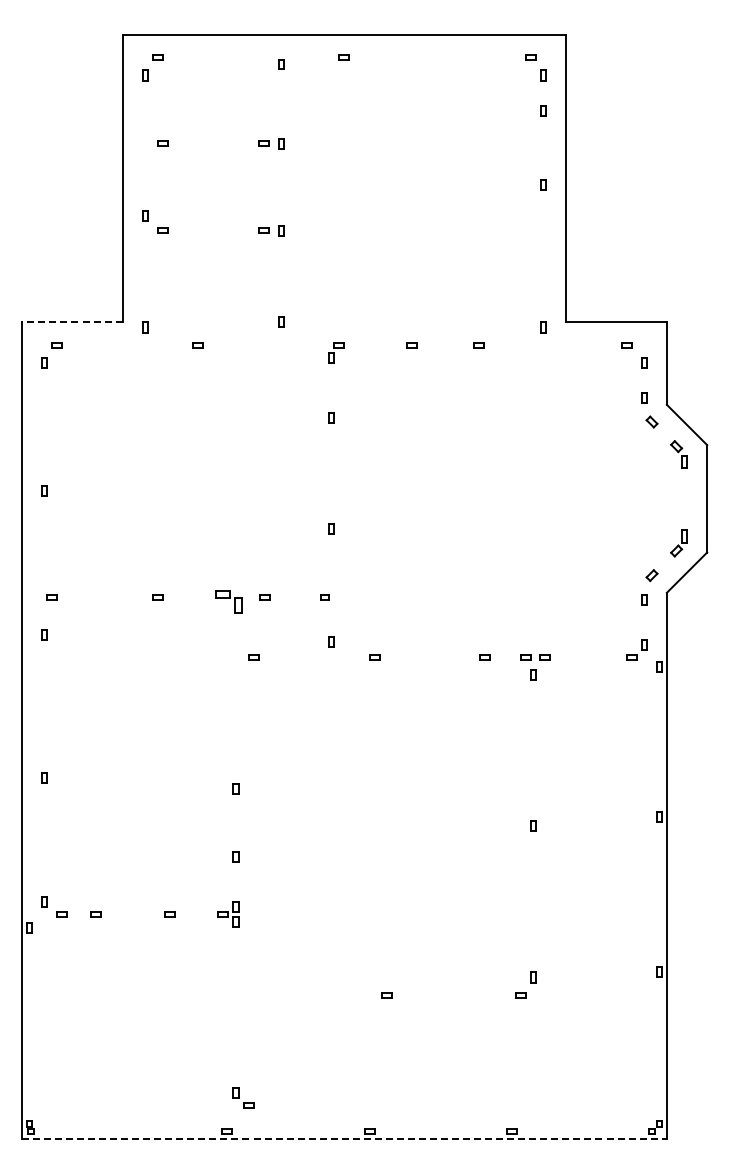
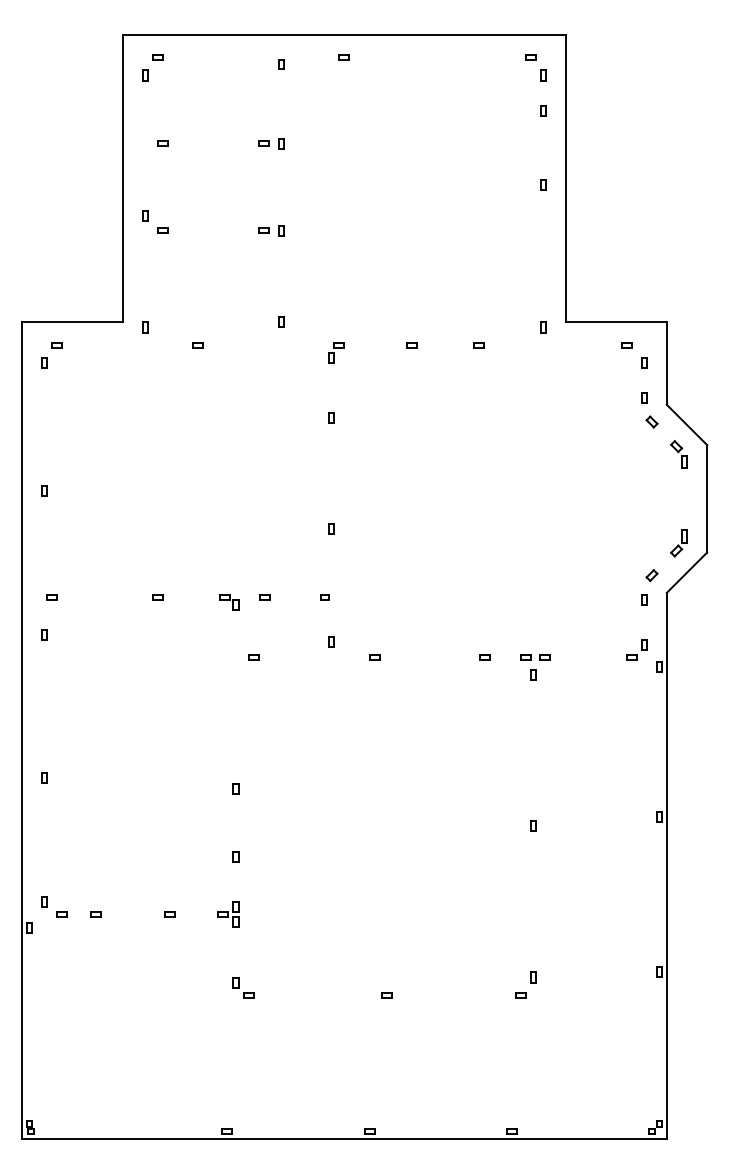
line at (71, 322): dashed -> solid
part at (228, 601) size: 28x24 px -> 21x17 px
part at (243, 1097) position: (243, 1097) -> (243, 987)
line at (344, 1138): dashed -> solid
